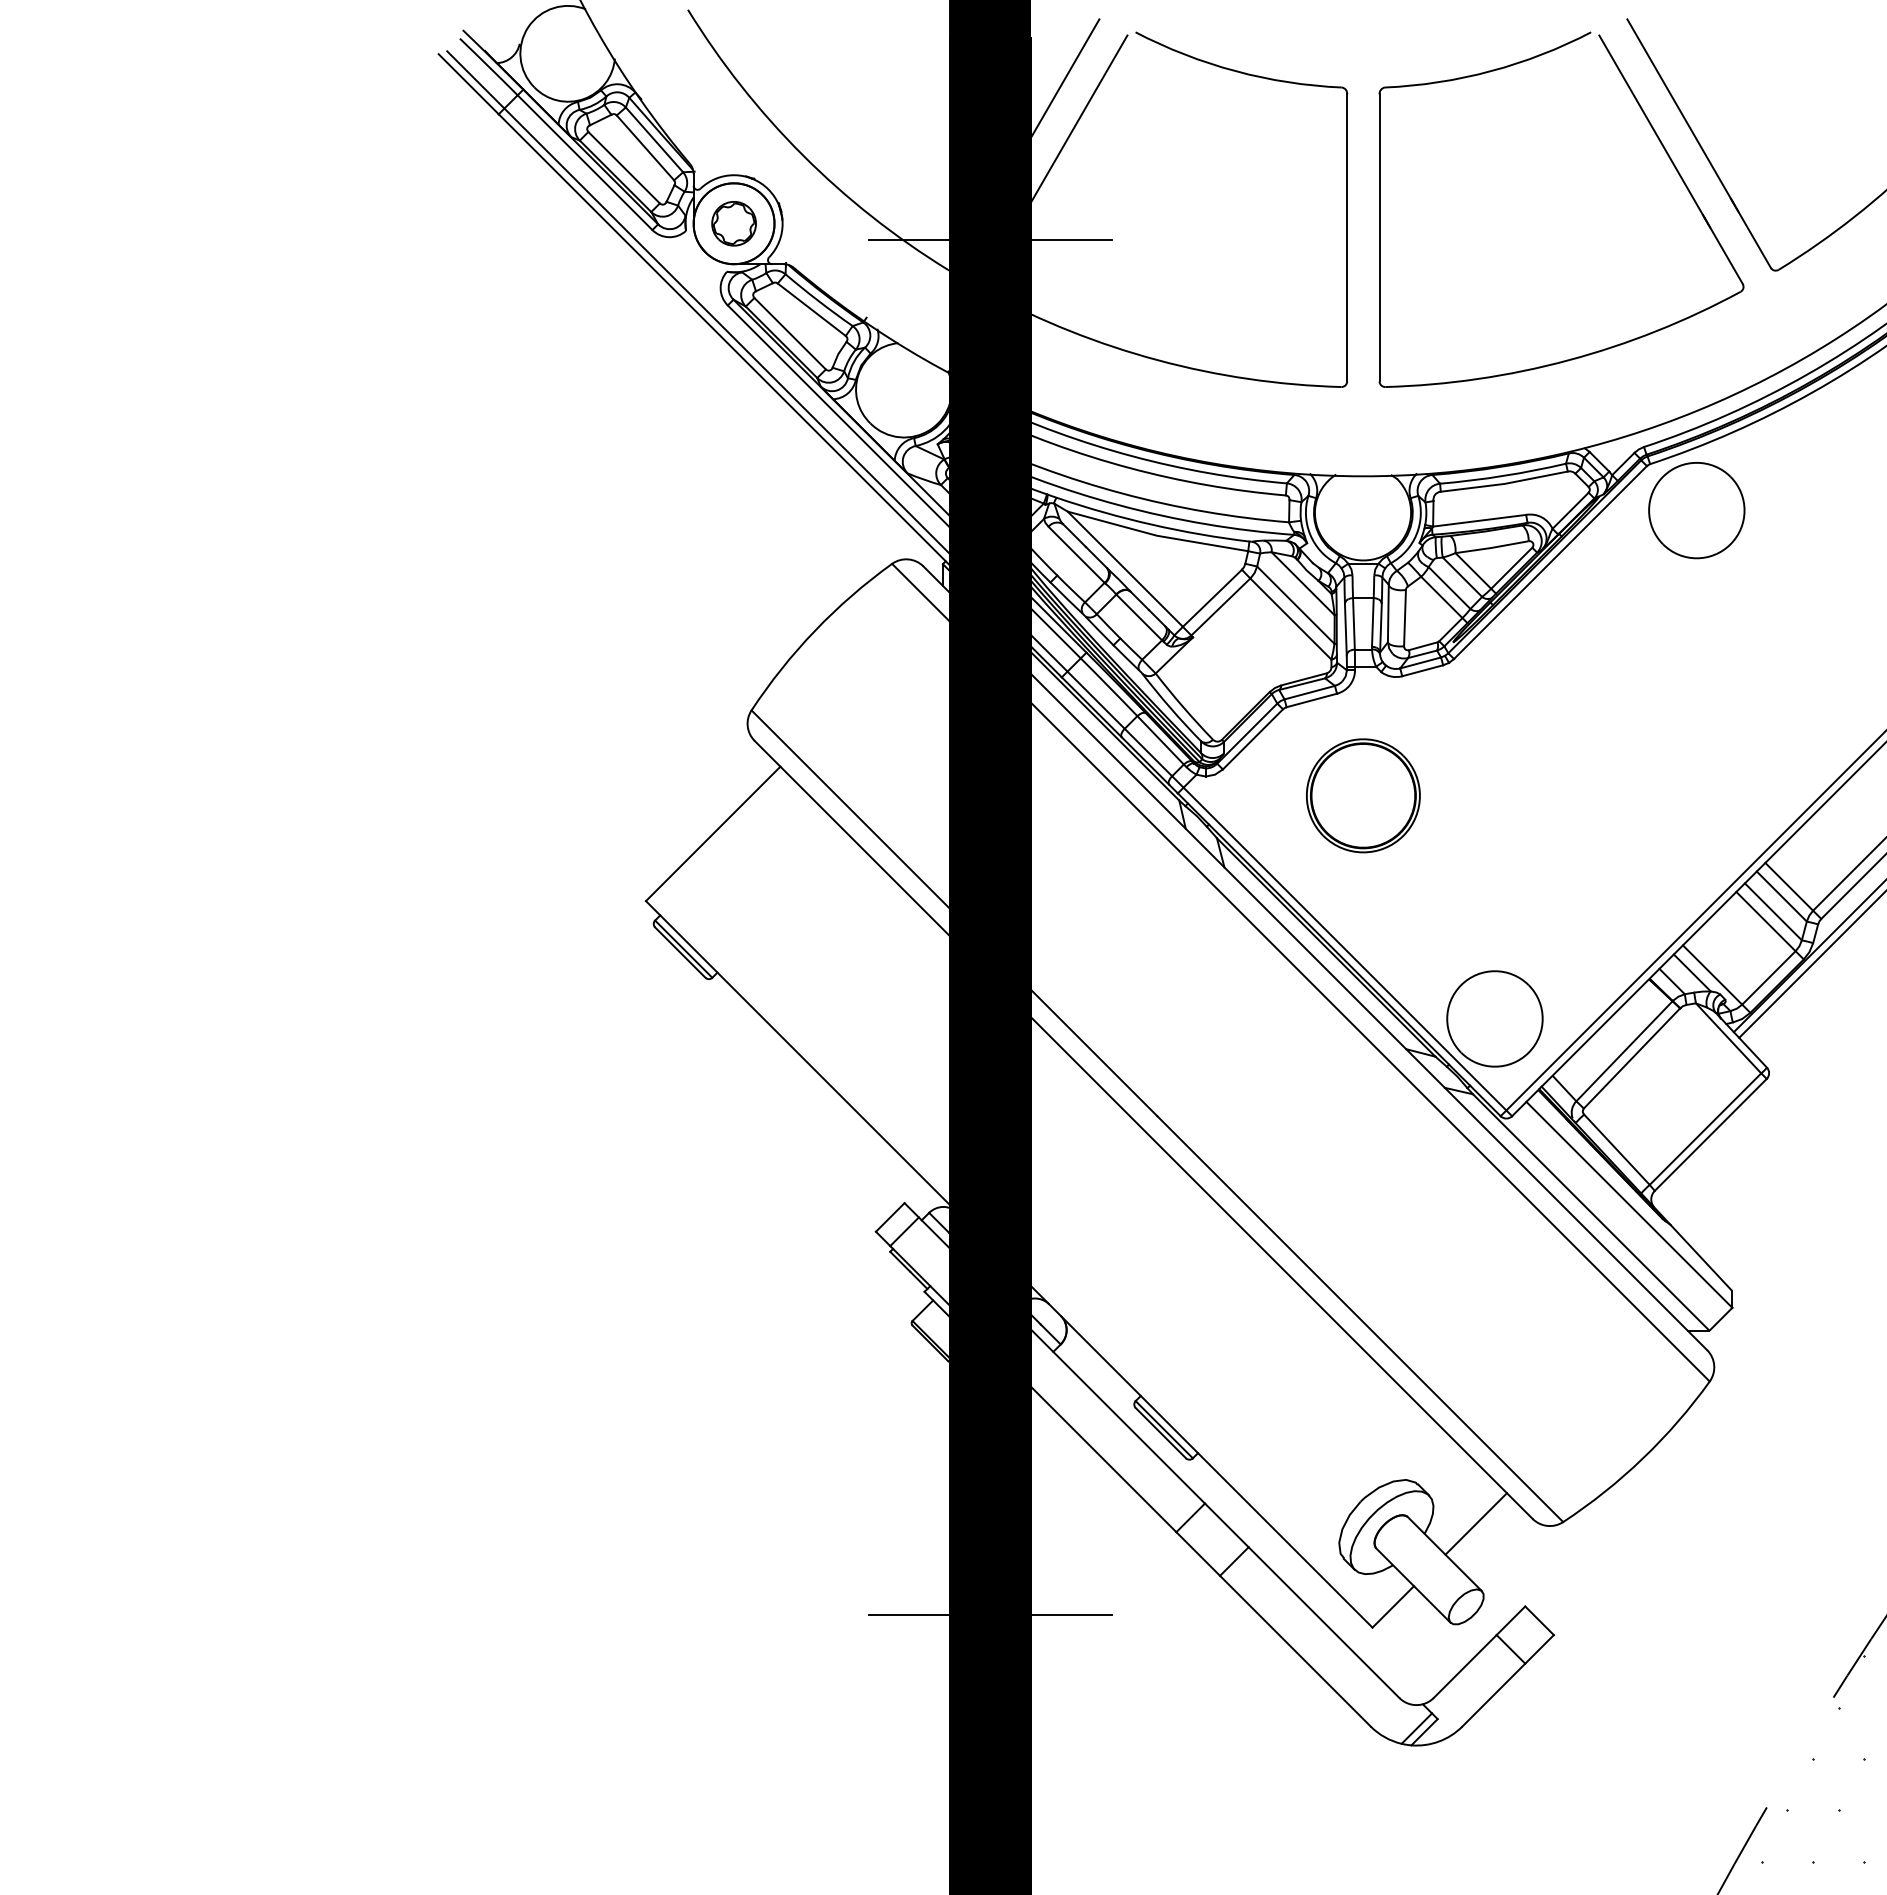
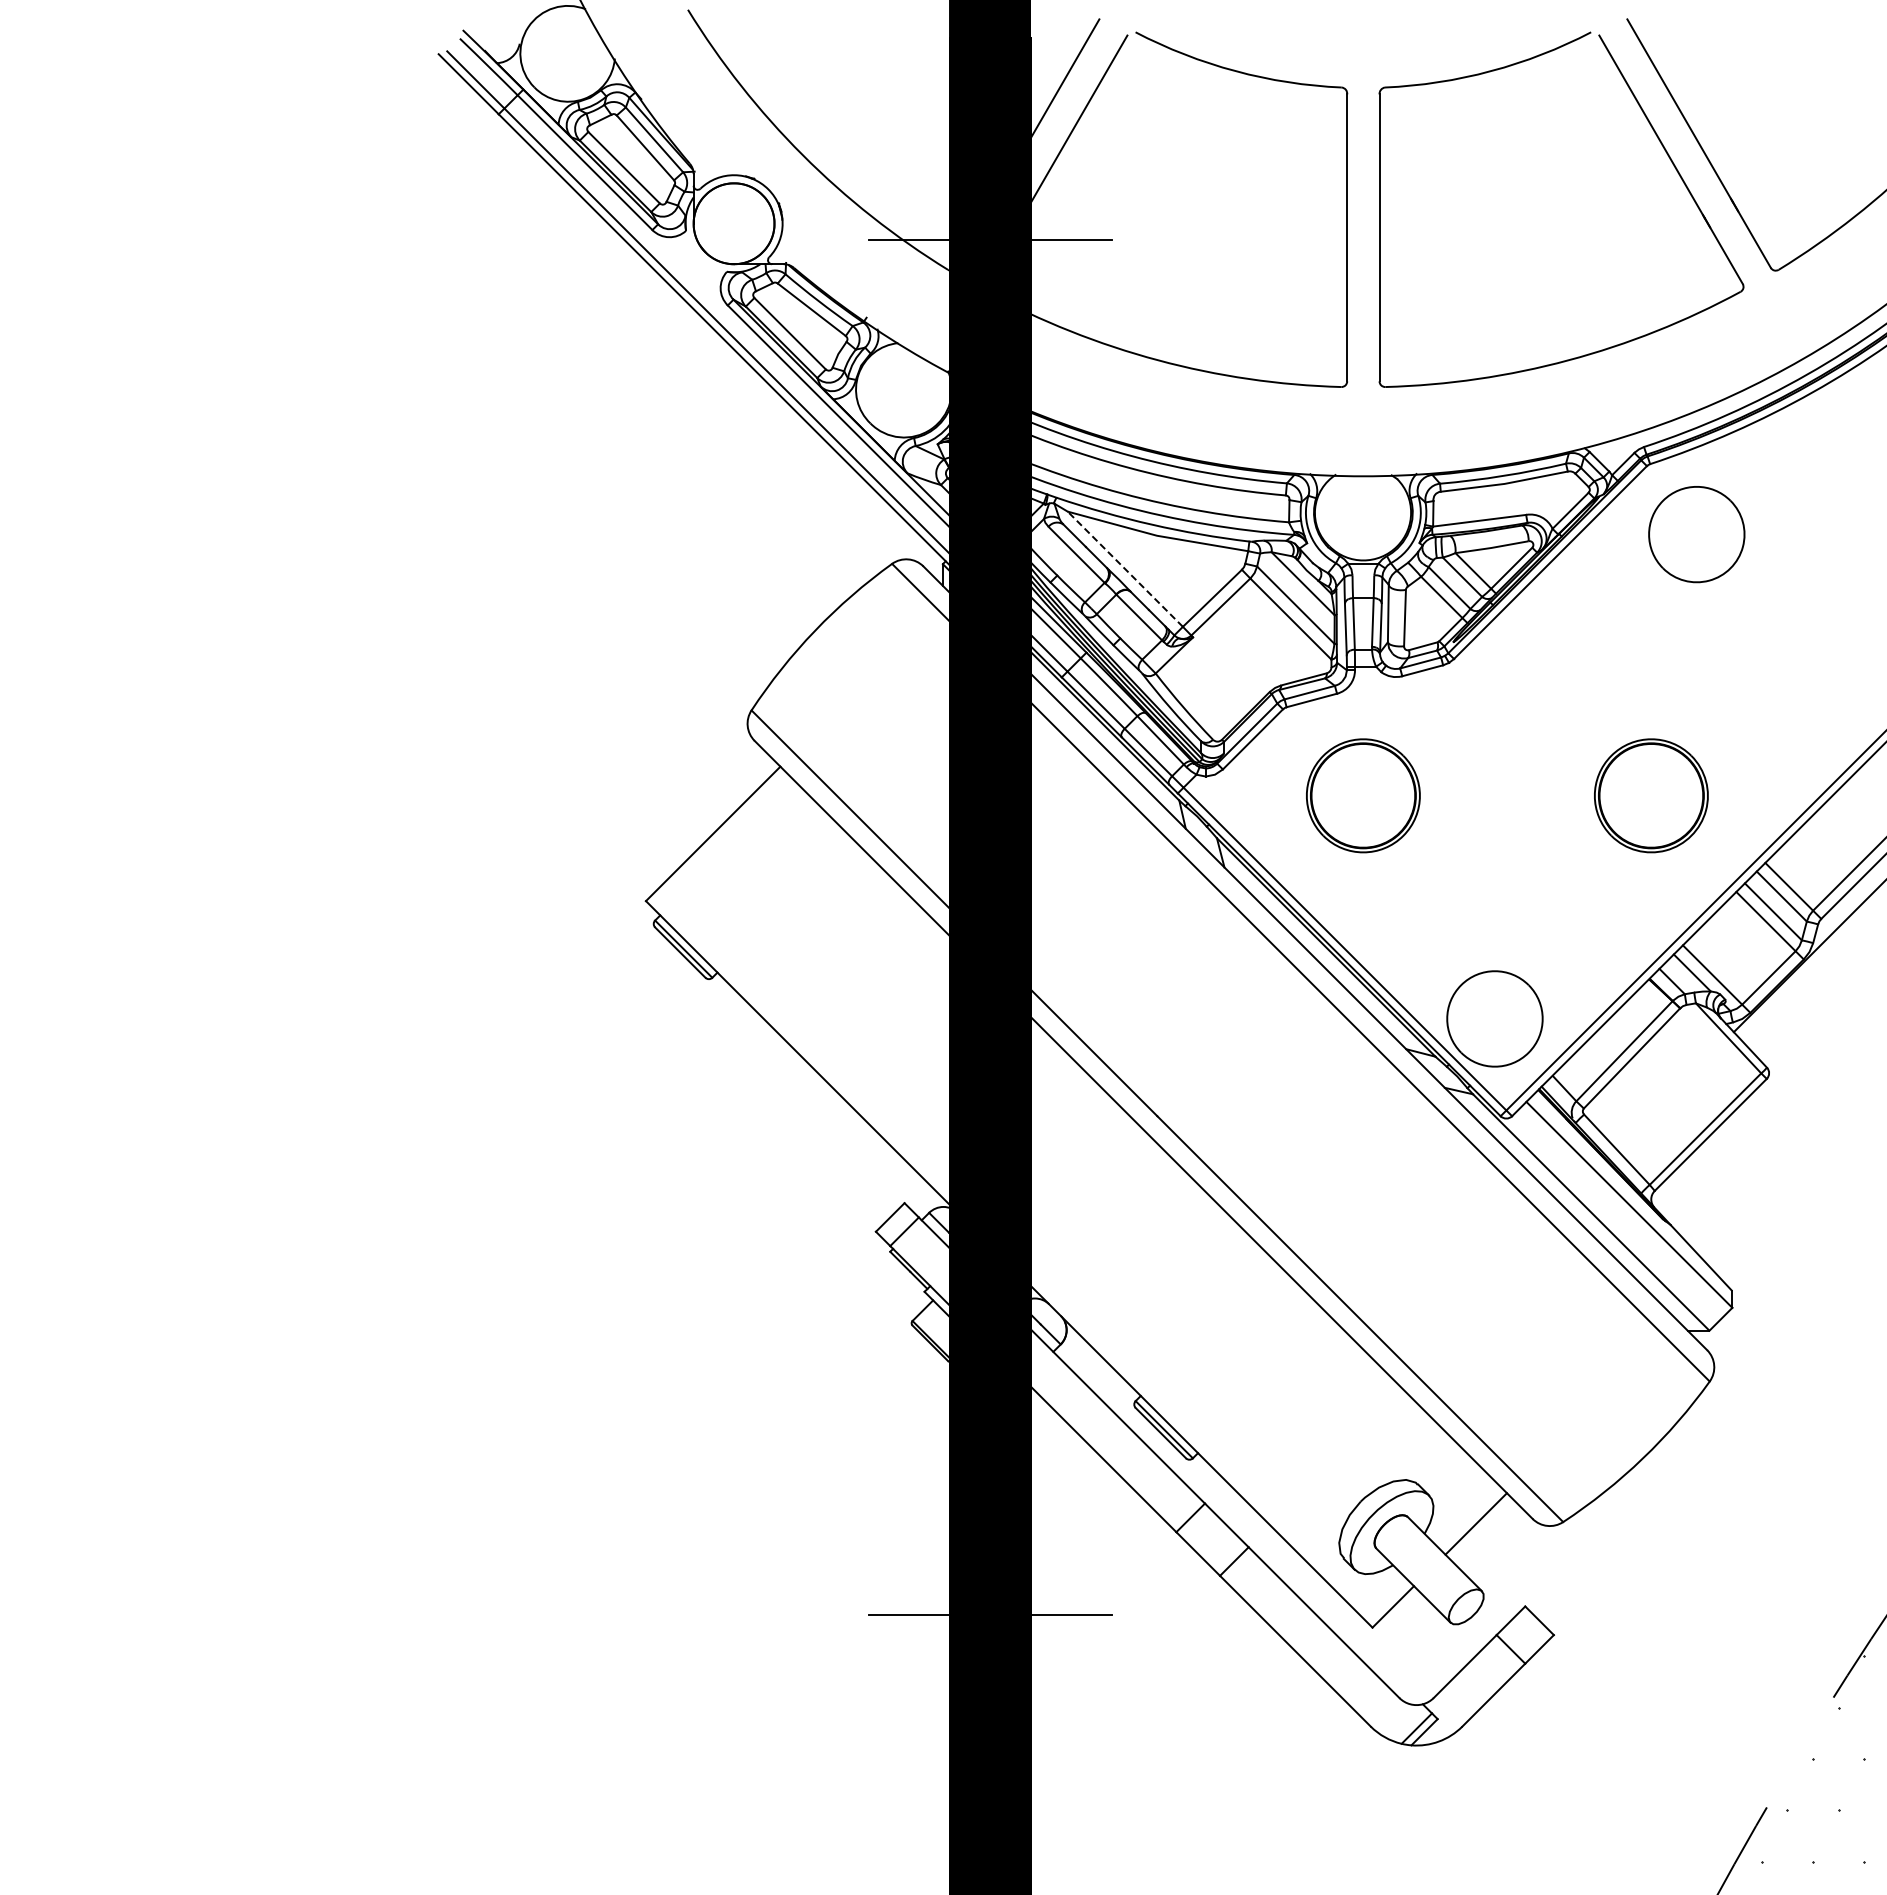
part at (733, 223): present -> none
part at (1696, 510) position: (1696, 510) -> (1696, 534)
line at (1124, 568): solid -> dashed
part at (1651, 795): none -> present
line at (1811, 965): present -> none
